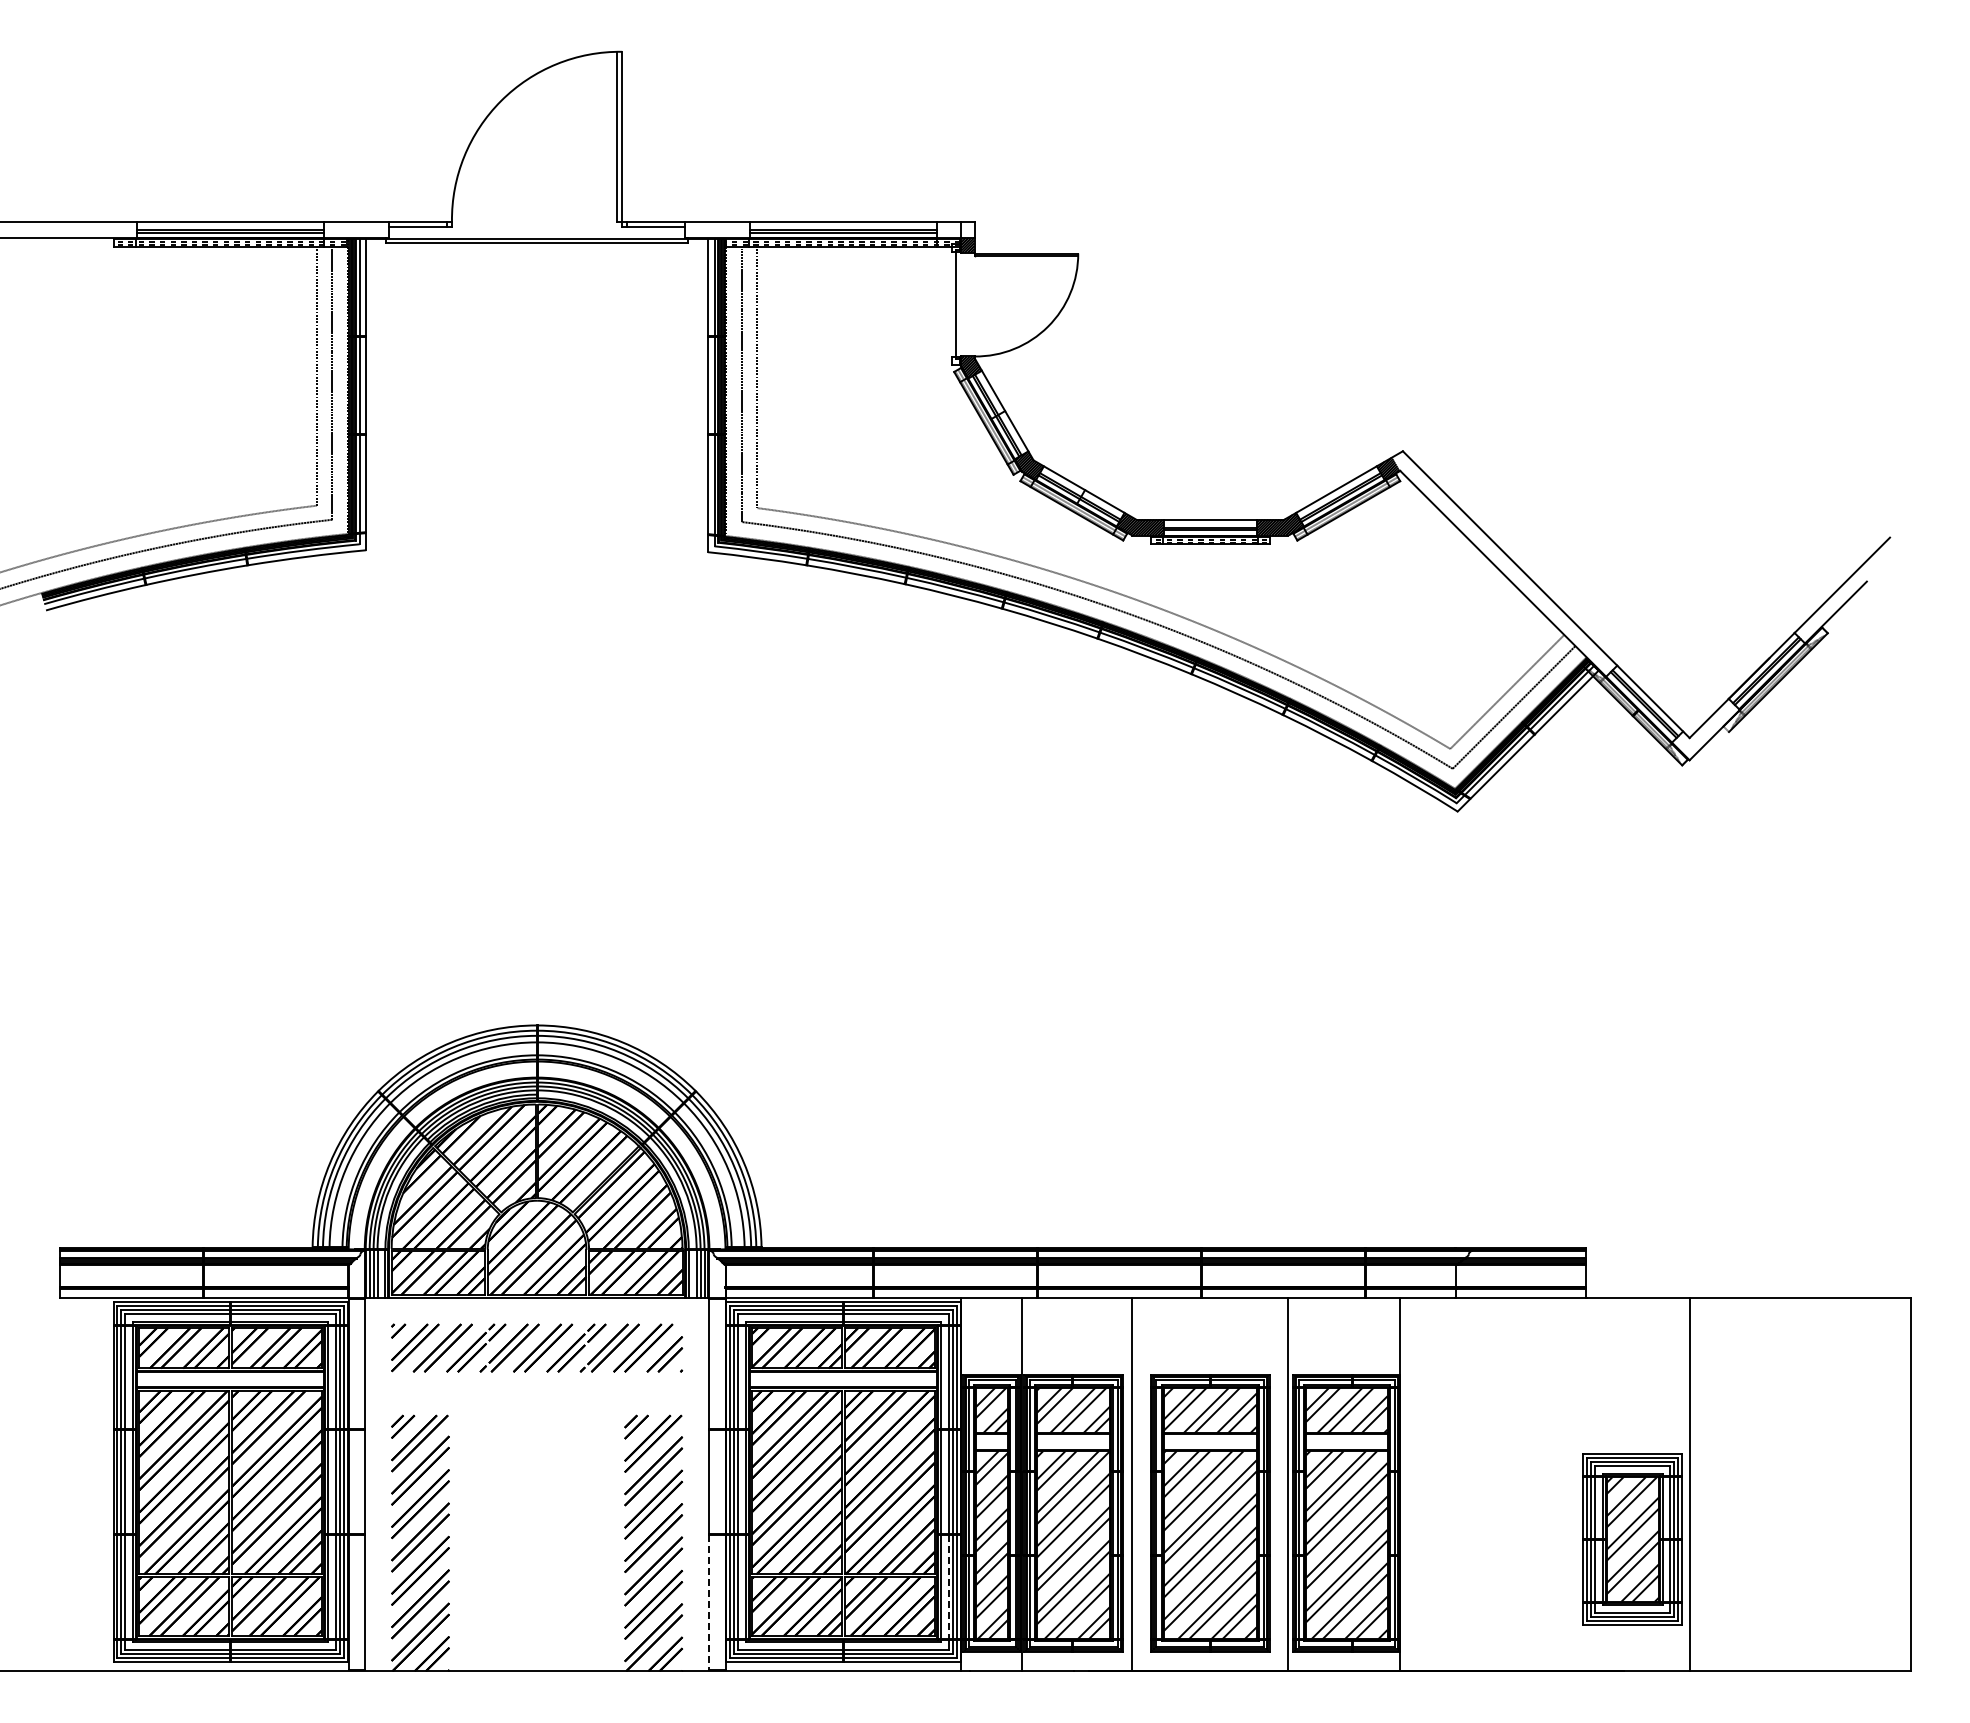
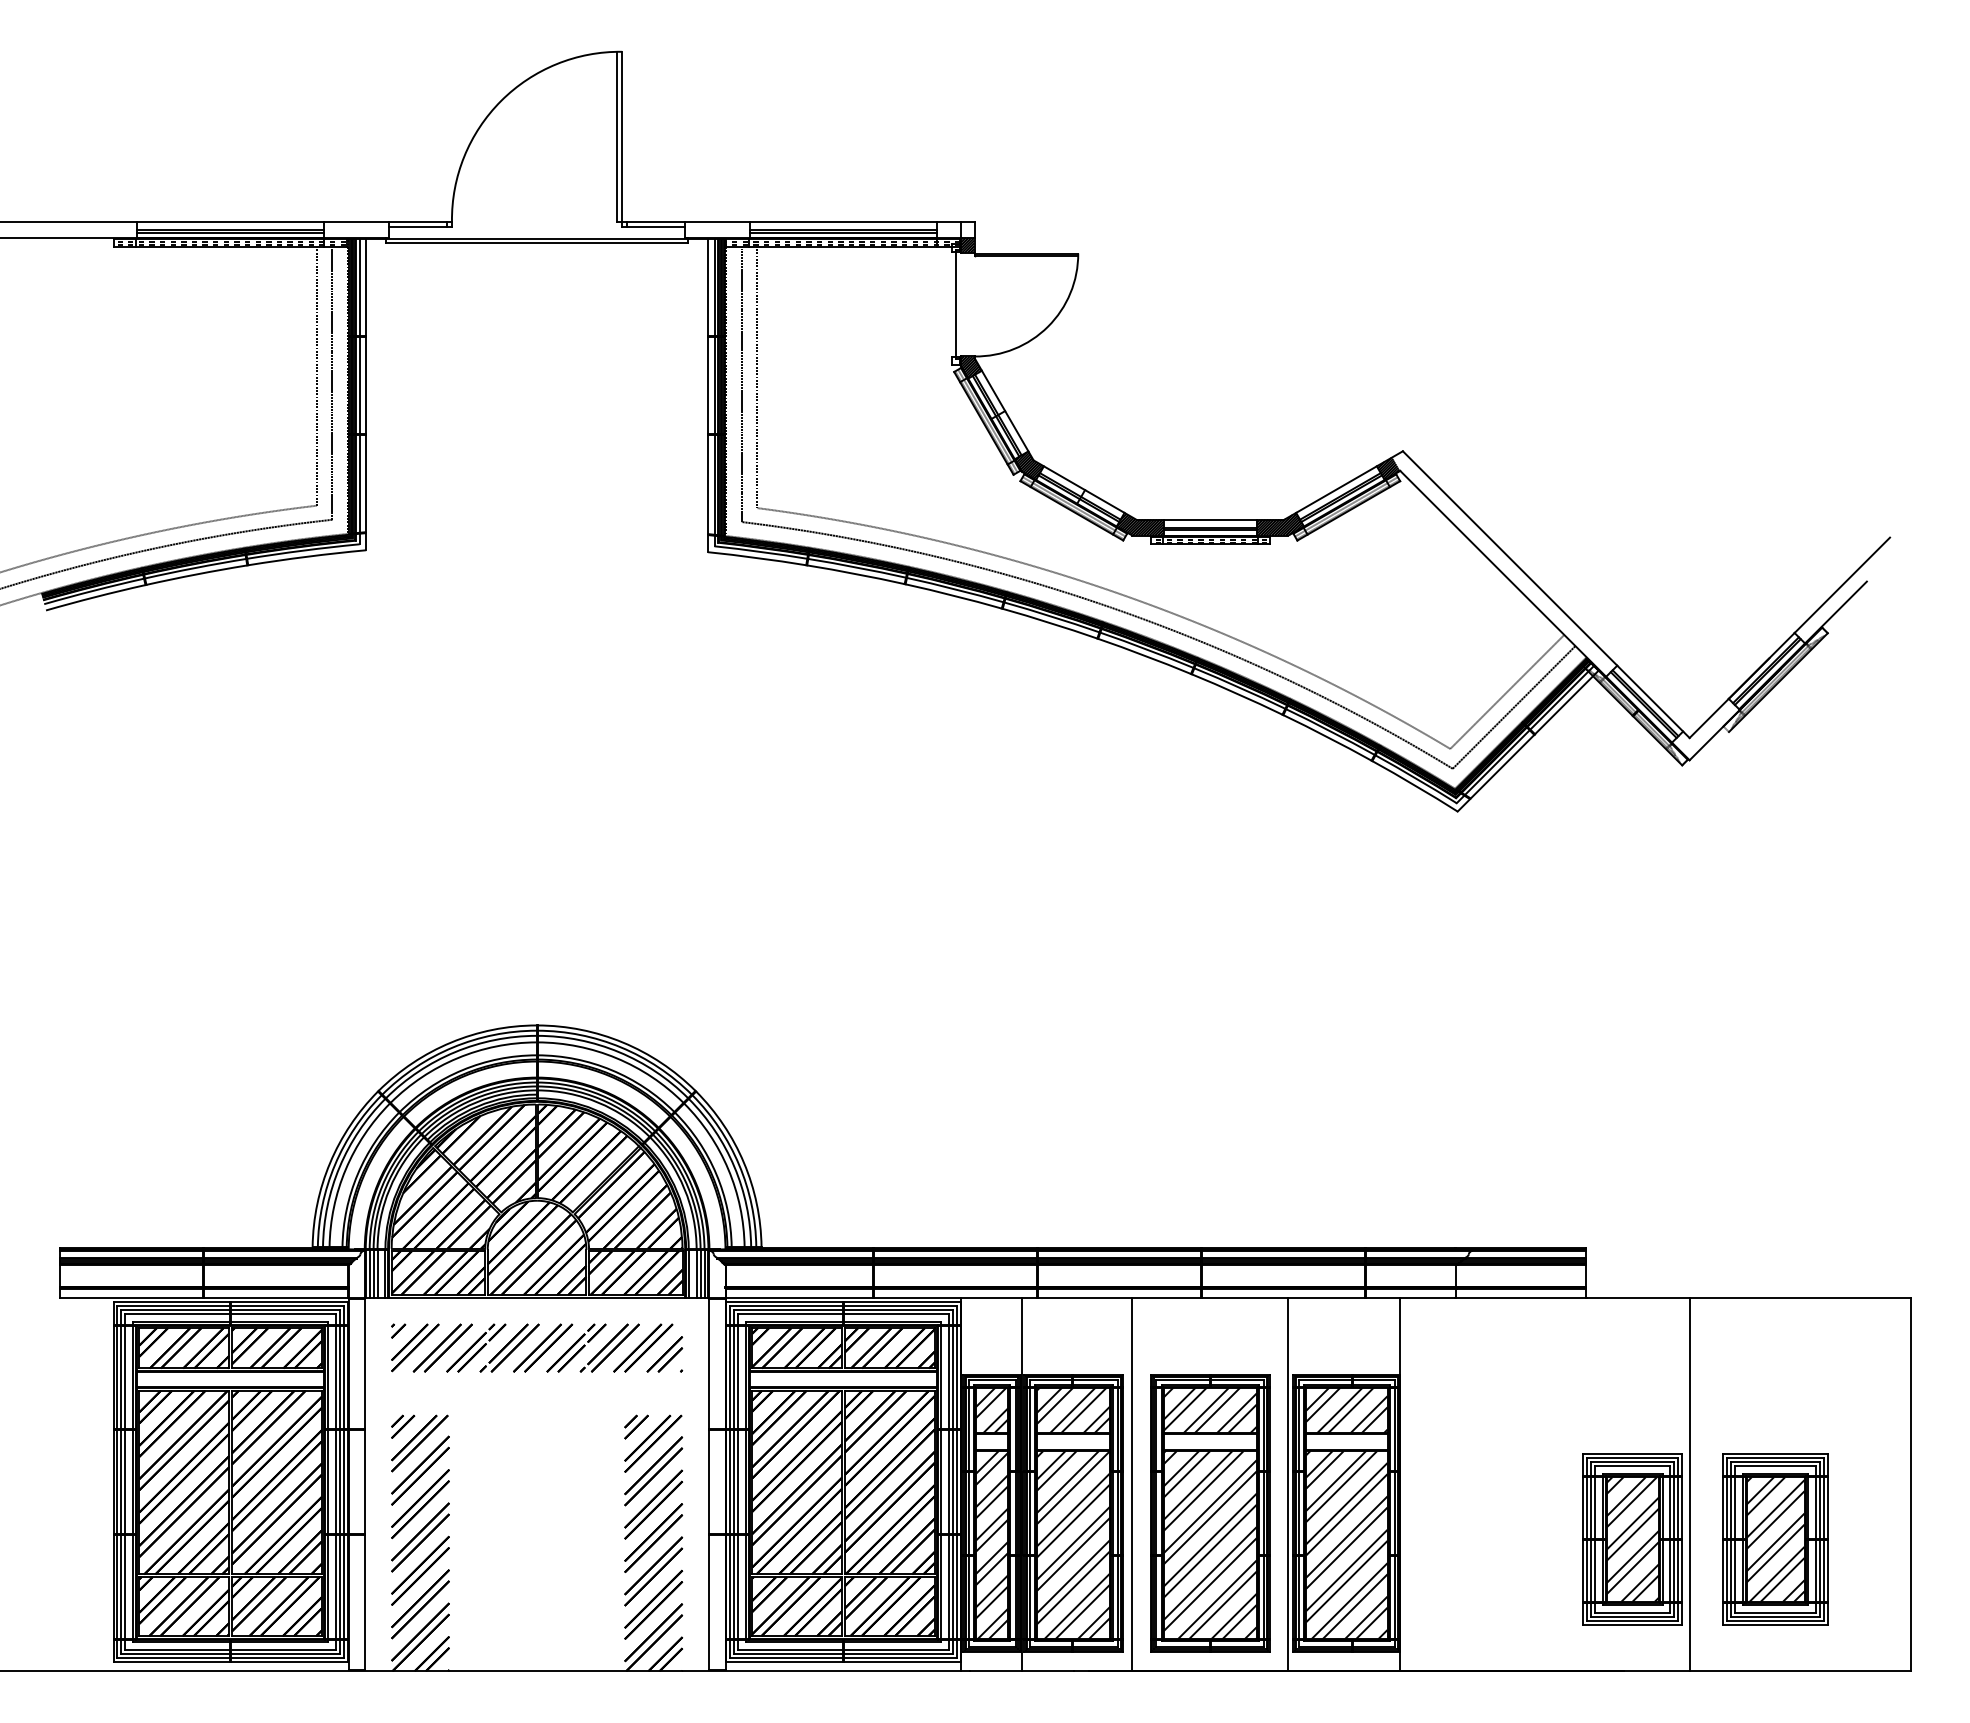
part at (1775, 1539): none -> present
line at (948, 1586): dashed -> solid
line at (709, 1602): dashed -> solid
